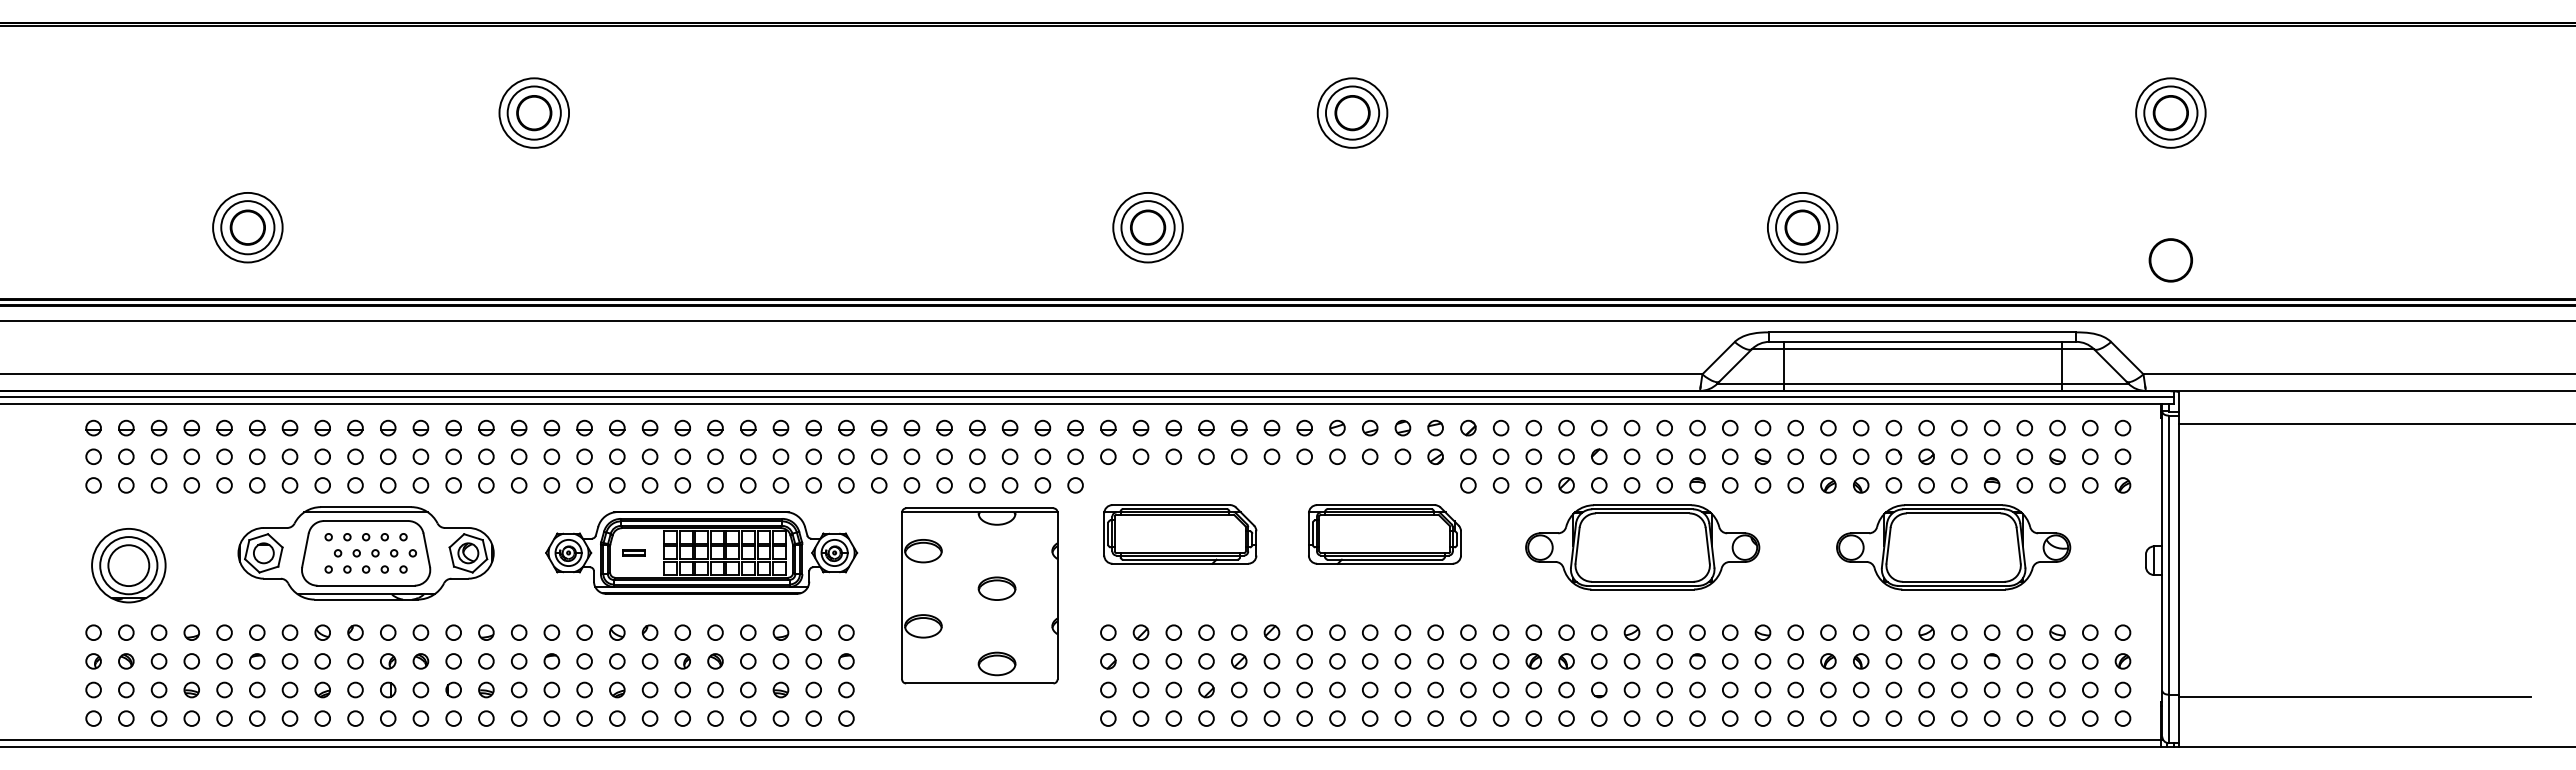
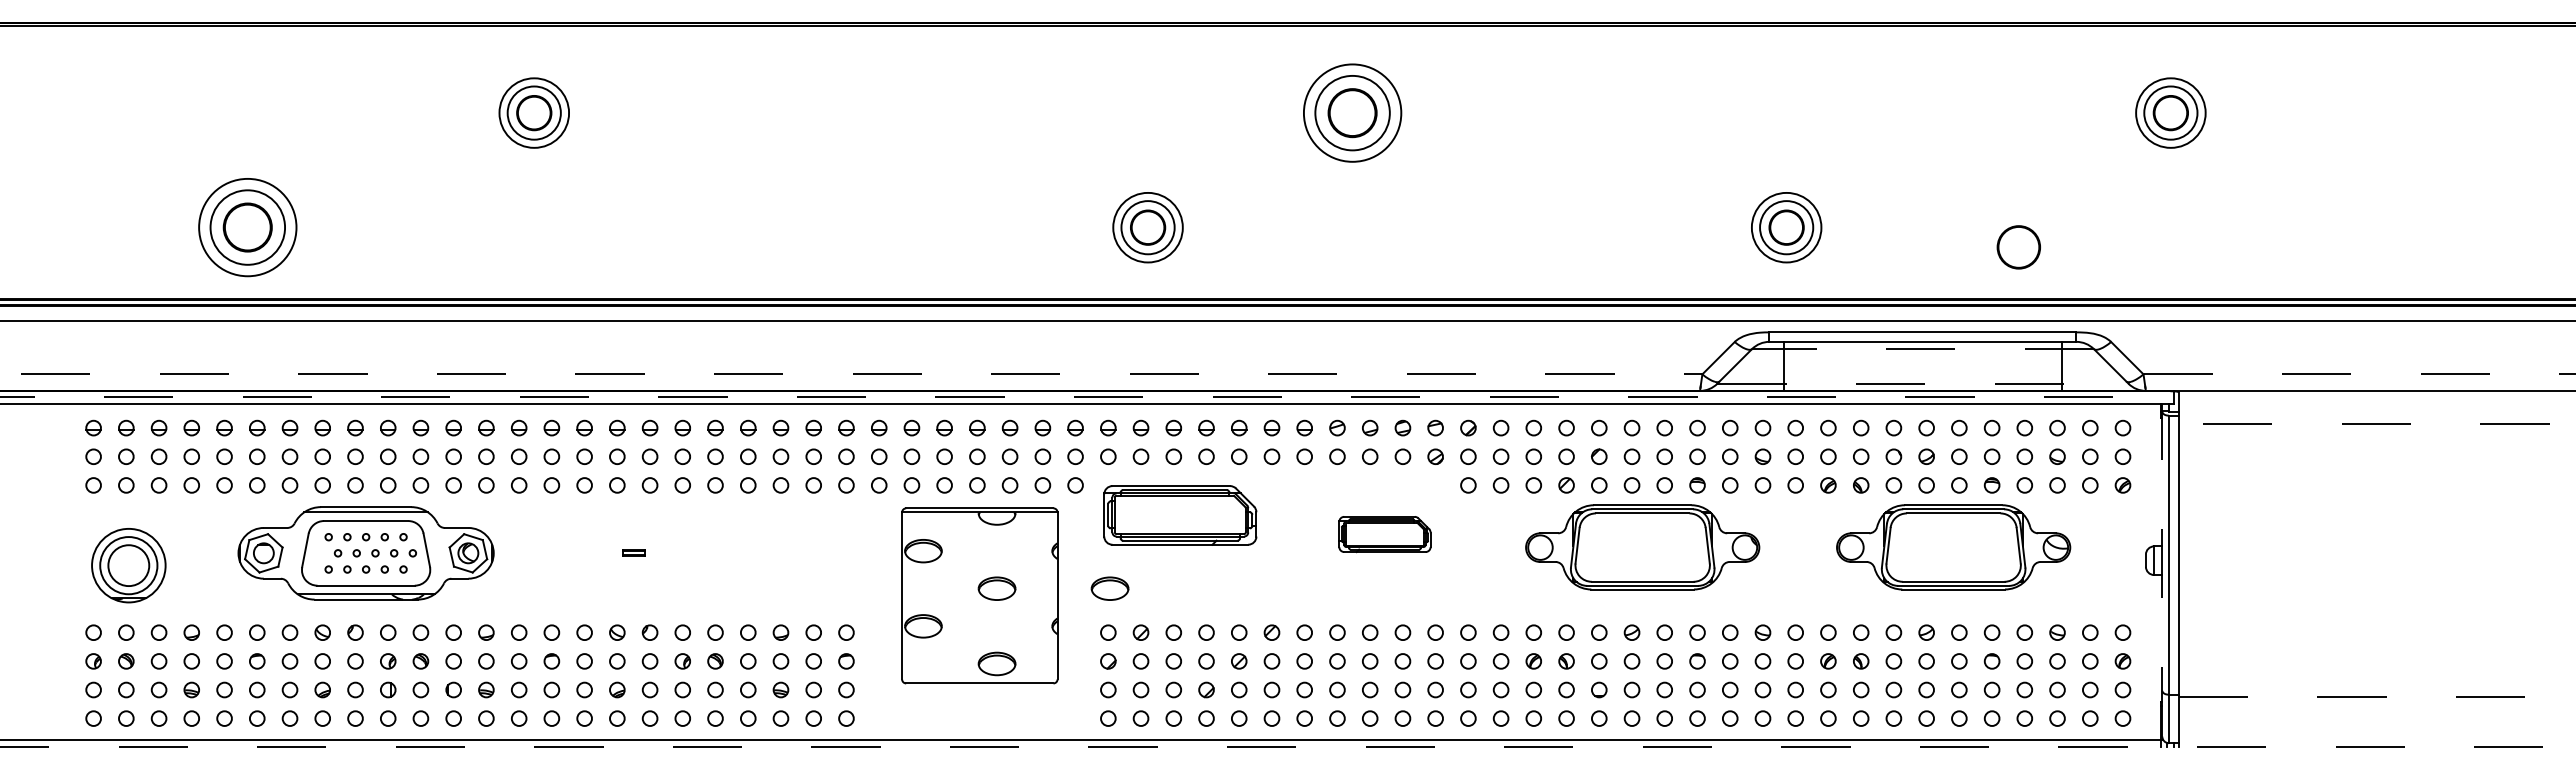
part at (1352, 112) size: 73x72 px -> 100x100 px
part at (247, 227) size: 72x72 px -> 100x100 px
part at (1802, 227) position: (1802, 227) -> (1786, 227)
circle at (2170, 260) position: (2170, 260) -> (2018, 247)
line at (1922, 349): solid -> dashed
line at (851, 374): solid -> dashed
line at (2359, 374): solid -> dashed
line at (1922, 383): solid -> dashed
line at (1086, 397): solid -> dashed
line at (2376, 424): solid -> dashed
part at (1180, 534) position: (1180, 534) -> (1180, 515)
part at (1384, 534) size: 154x61 px -> 94x38 px
part at (701, 552): present -> none
line at (2162, 570): solid -> dashed
part at (1109, 588): none -> present
line at (2354, 696): solid -> dashed
line at (1287, 746): solid -> dashed
